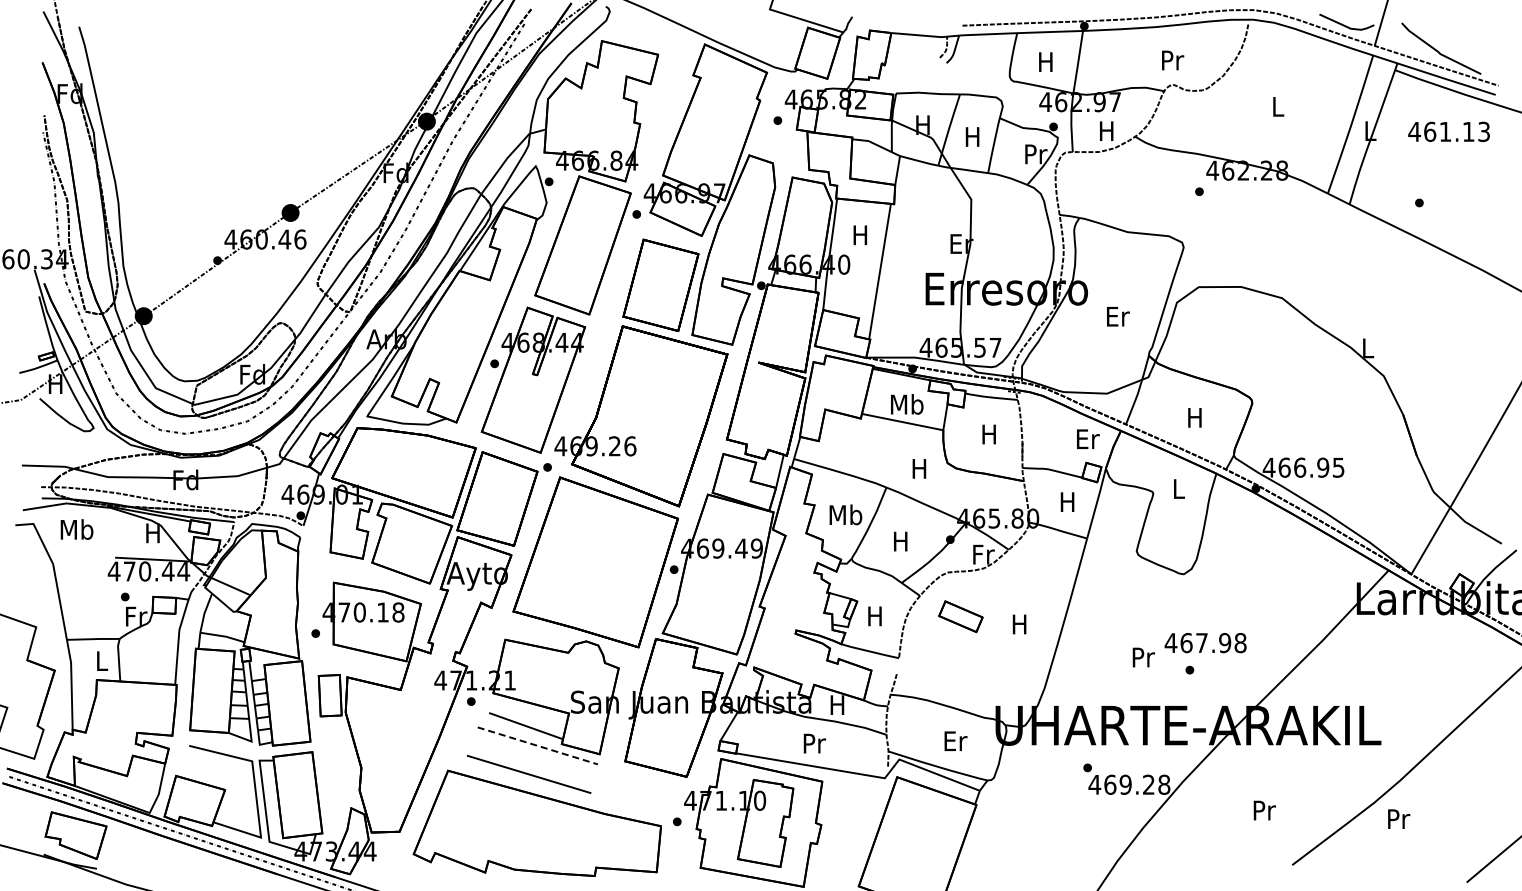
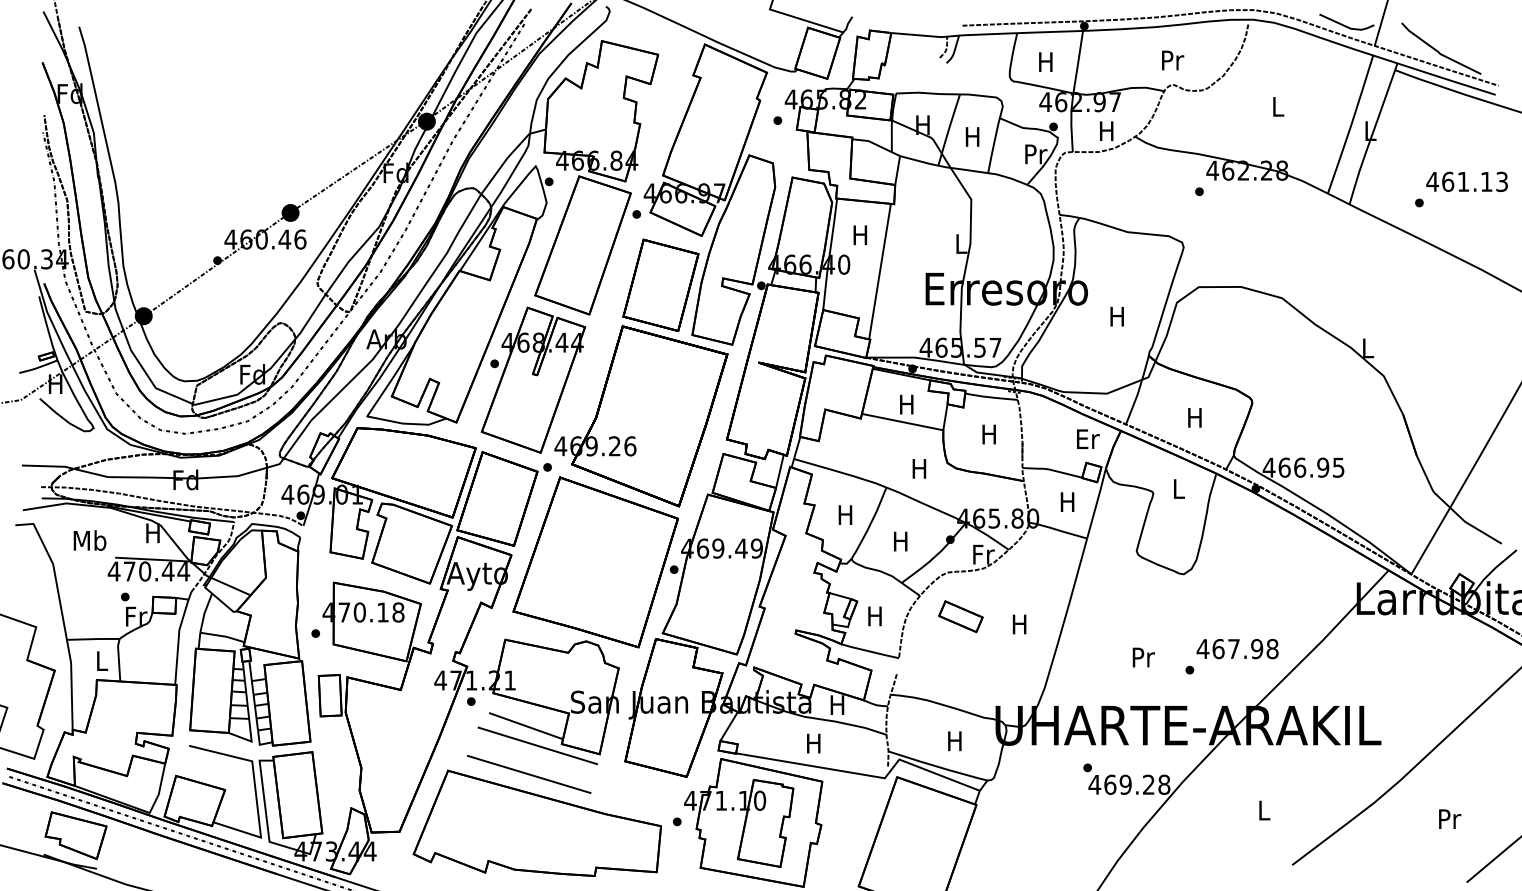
text at (1448, 131) position: (1448, 131) -> (1466, 181)
text at (961, 243): Er -> L
text at (1118, 316): Er -> H
text at (907, 404): Mb -> H
text at (845, 514): Mb -> H
text at (76, 529) position: (76, 529) -> (89, 540)
text at (1205, 643) position: (1205, 643) -> (1237, 649)
text at (955, 741): Er -> H
text at (814, 743): Pr -> H
line at (537, 745): dashed -> solid
text at (1264, 810): Pr -> L
text at (1399, 818) position: (1399, 818) -> (1450, 818)
